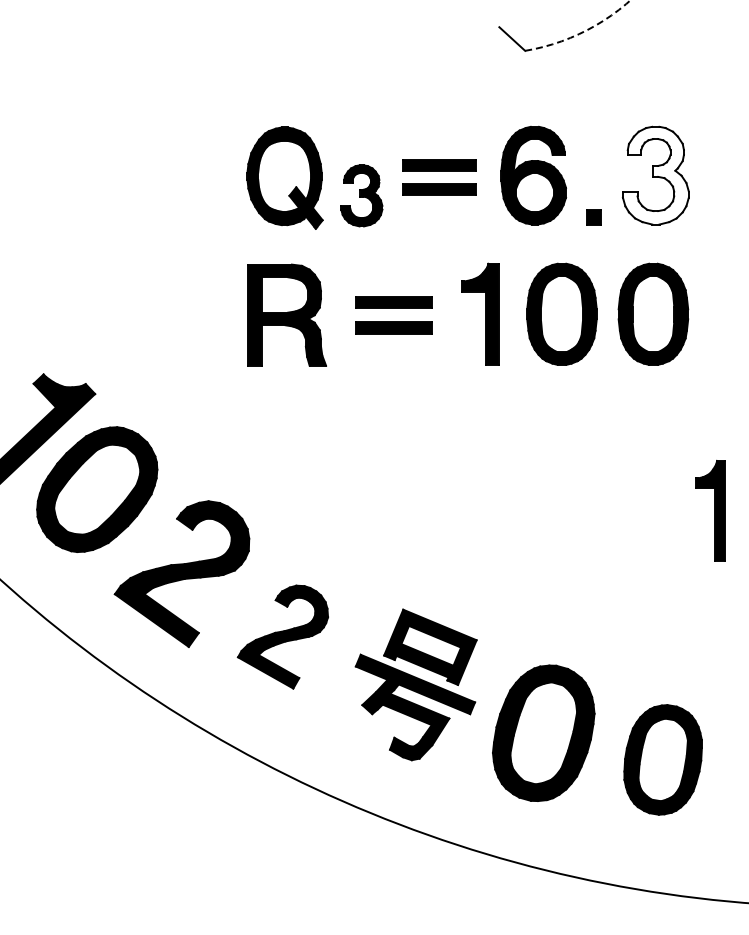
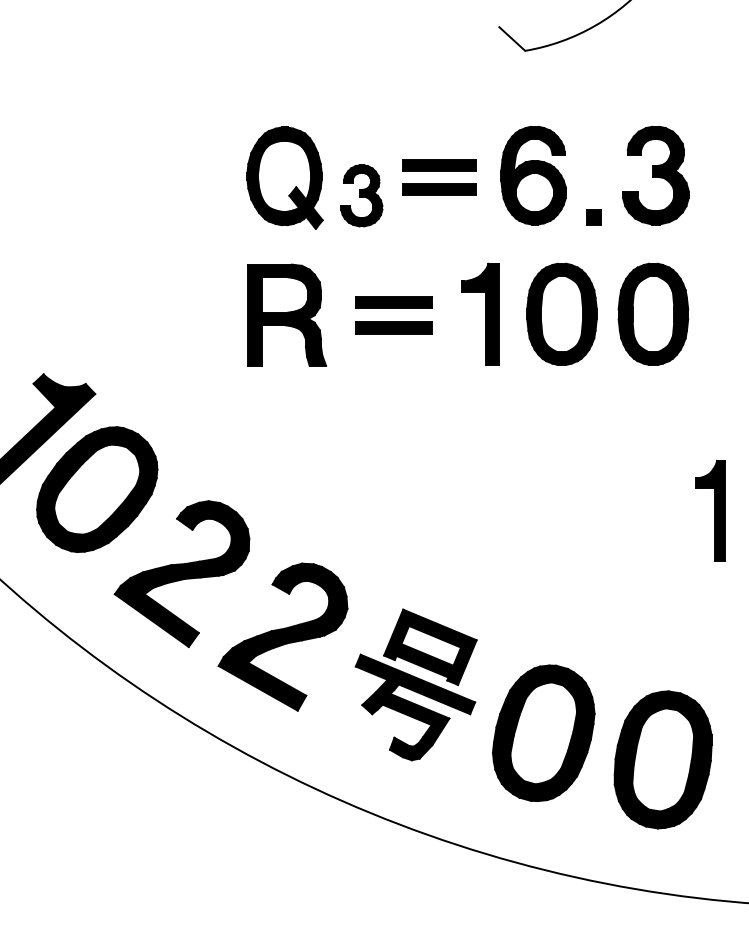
arc at (581, 32): dashed -> solid
fill at (655, 175): none -> present
part at (282, 636) size: 93x106 px -> 132x150 px
part at (662, 759) size: 80x112 px -> 100x140 px
